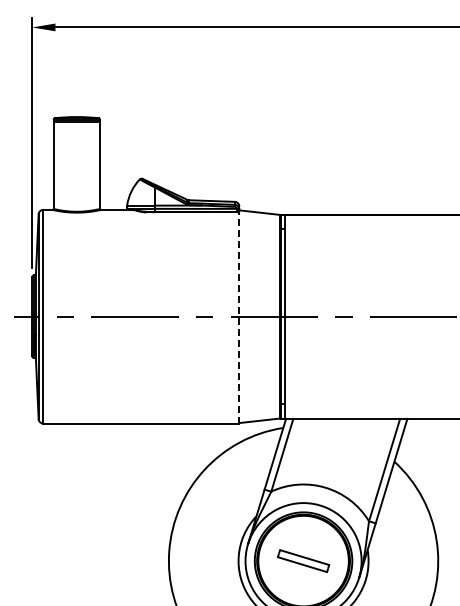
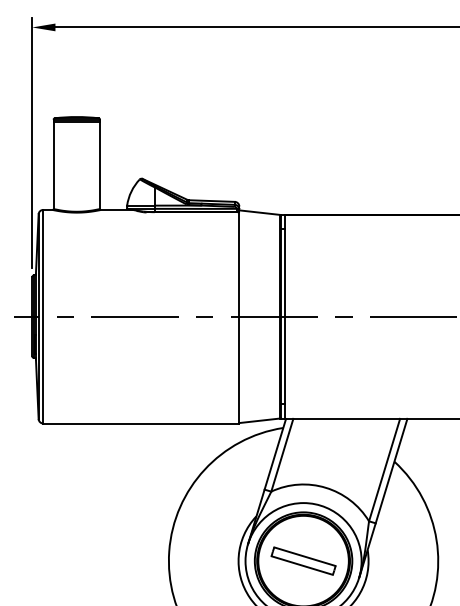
line at (239, 318): dashed -> solid
part at (303, 561) size: 54x25 px -> 67x30 px
